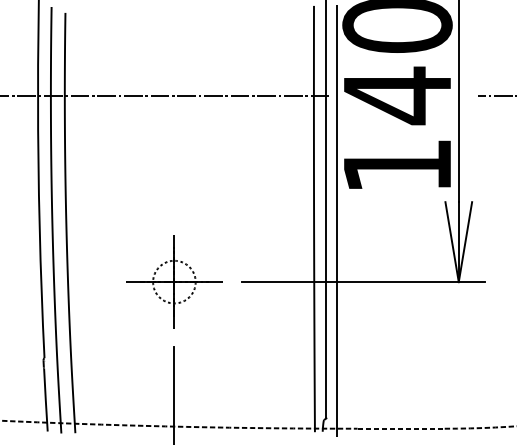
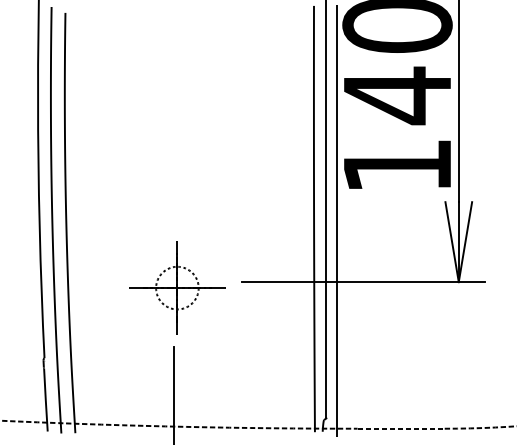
line at (165, 95): present -> none
line at (495, 95): present -> none
part at (174, 281) position: (174, 281) -> (177, 287)
